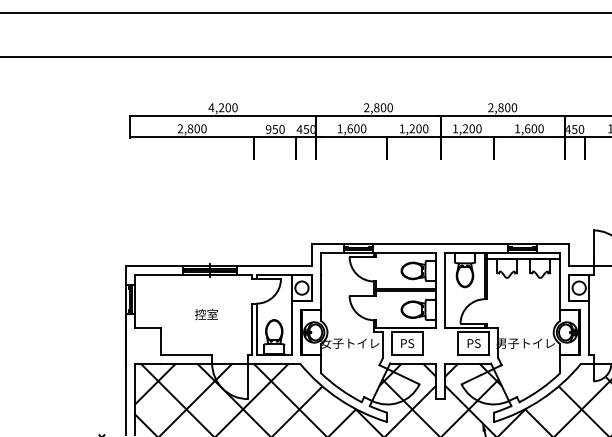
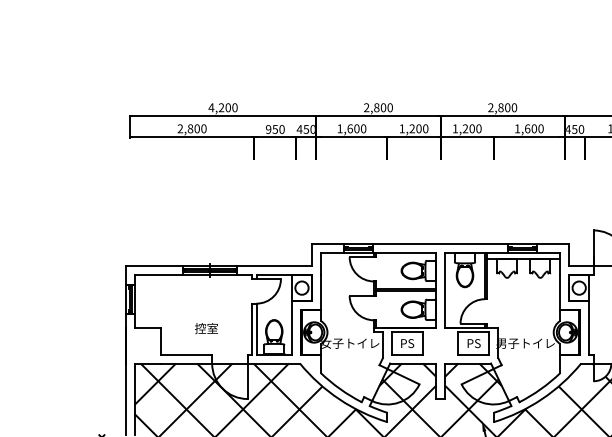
line at (305, 13): present -> none
line at (305, 57): present -> none
text at (206, 314) position: (206, 314) -> (206, 328)
